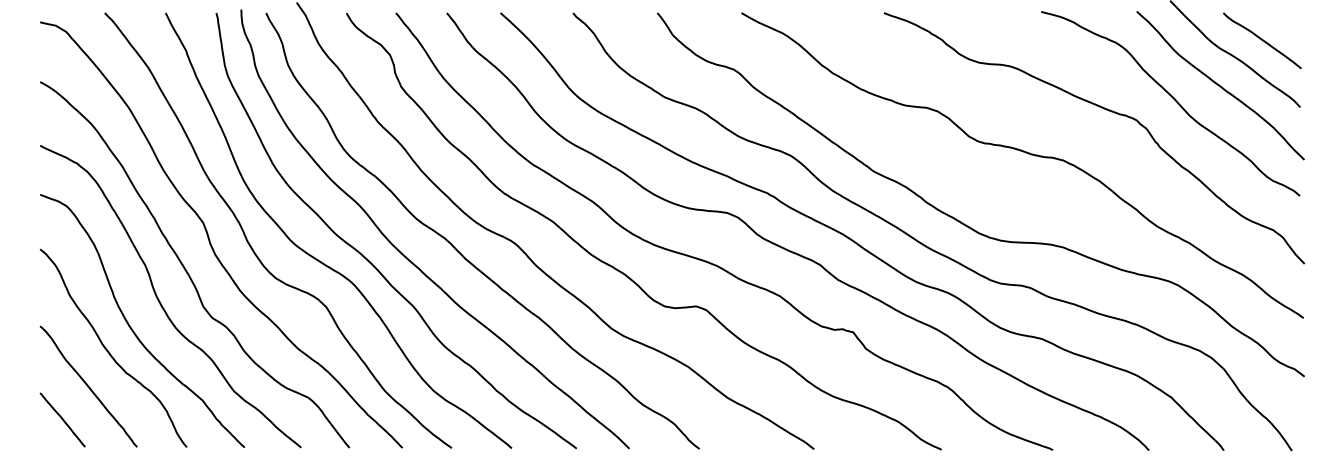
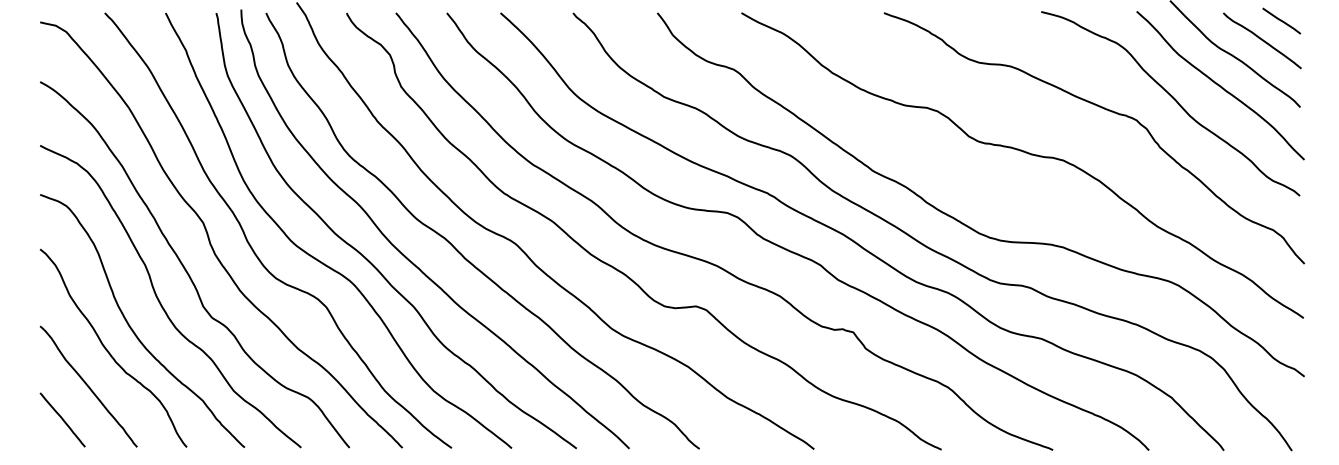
line at (1281, 20): none -> present
